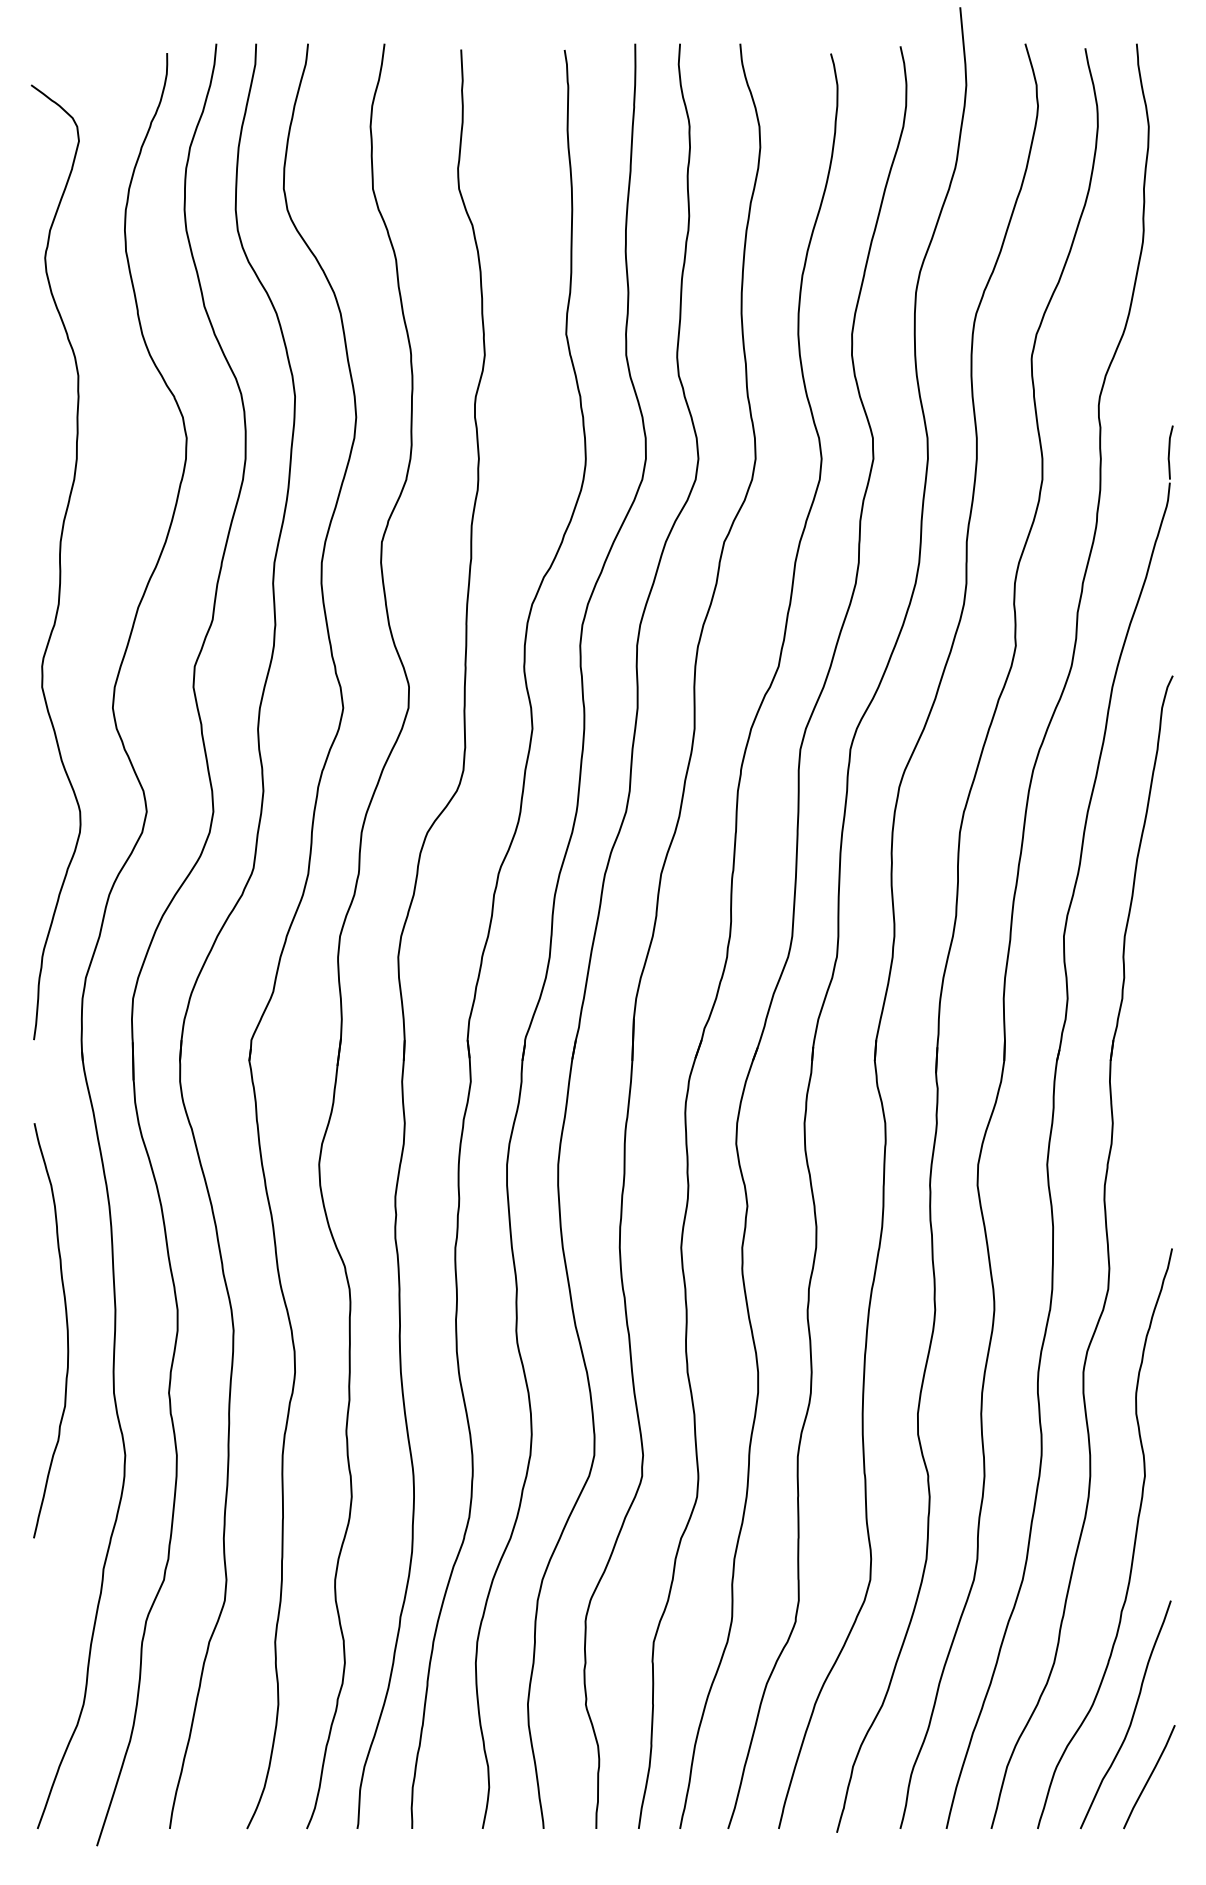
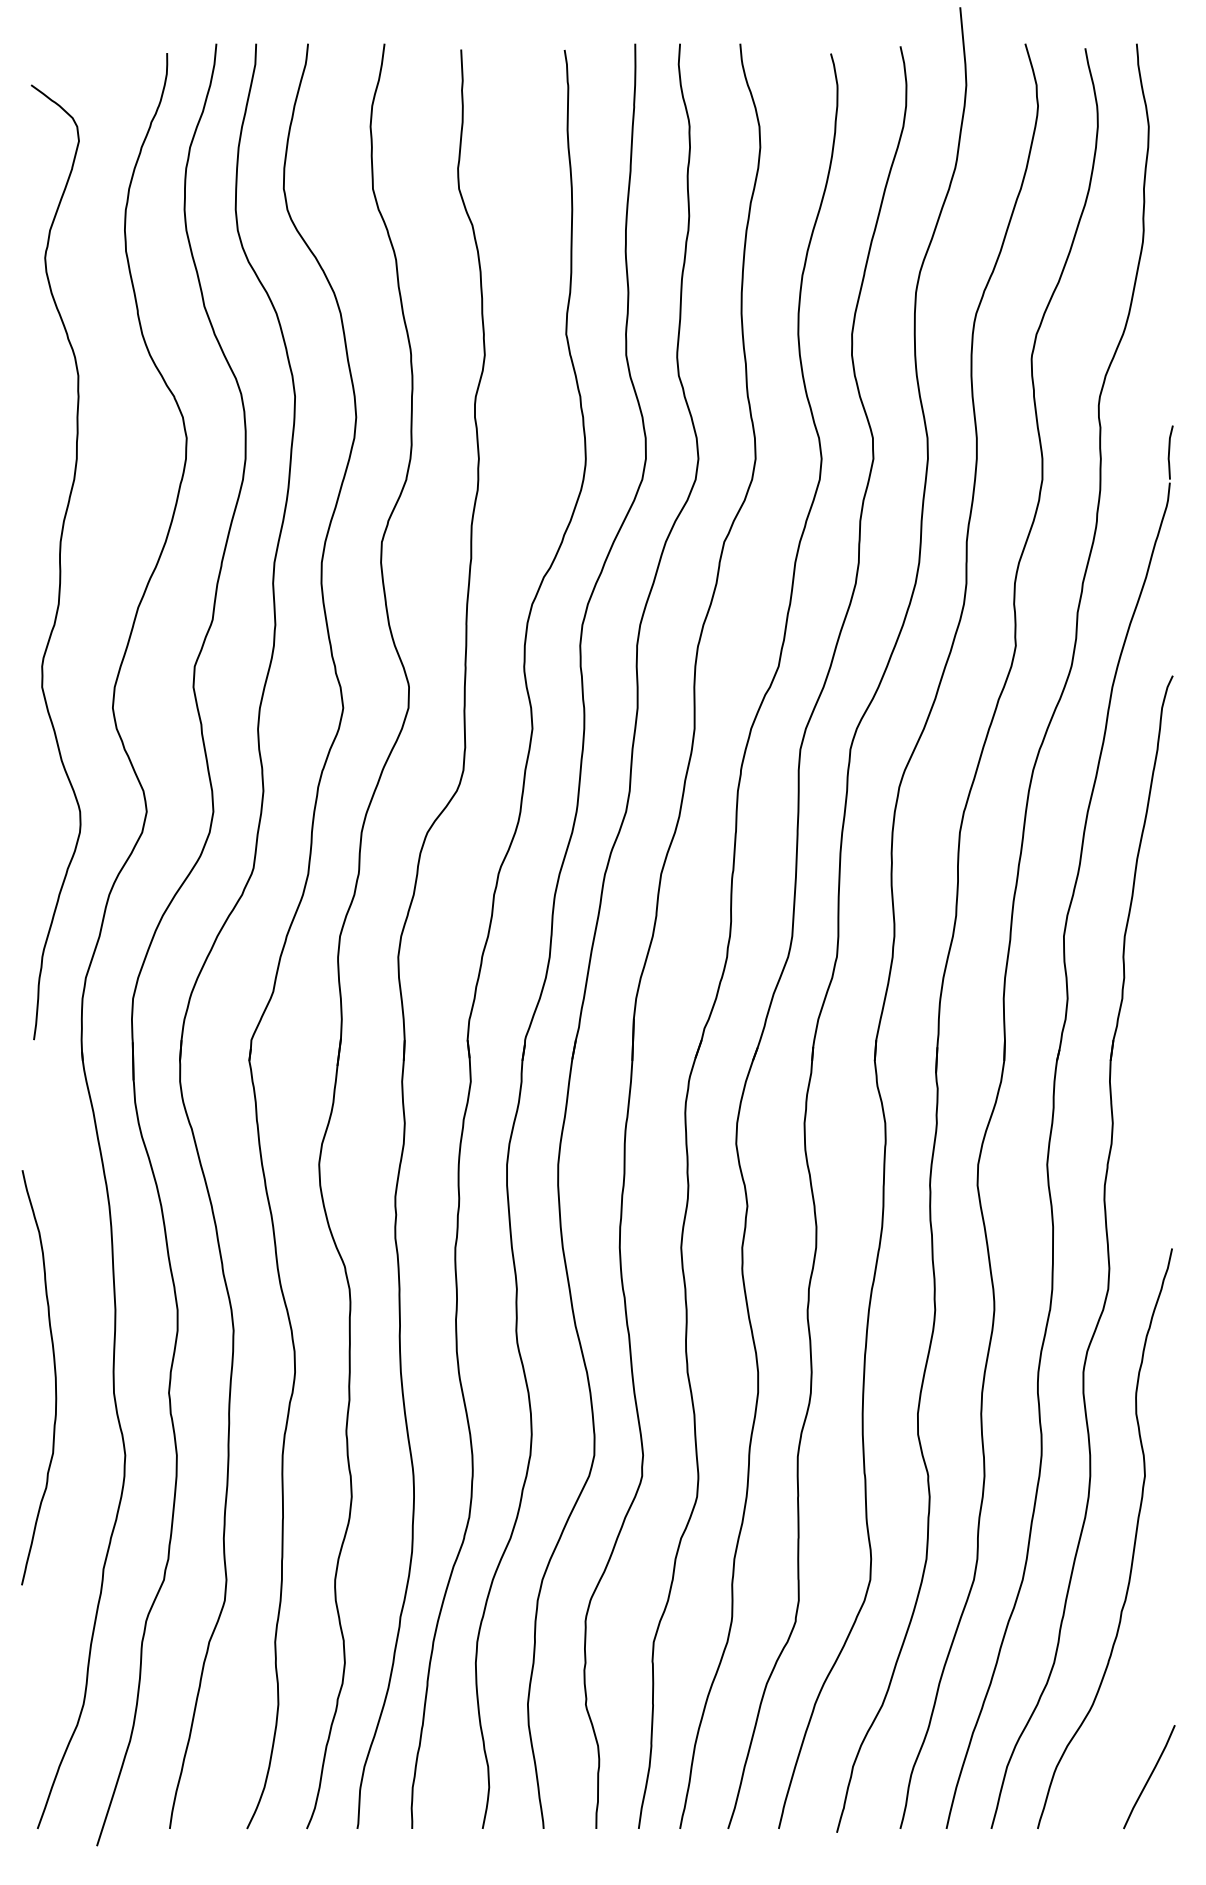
curve at (66, 1330) position: (66, 1330) -> (54, 1377)
curve at (1131, 1717): present -> none
